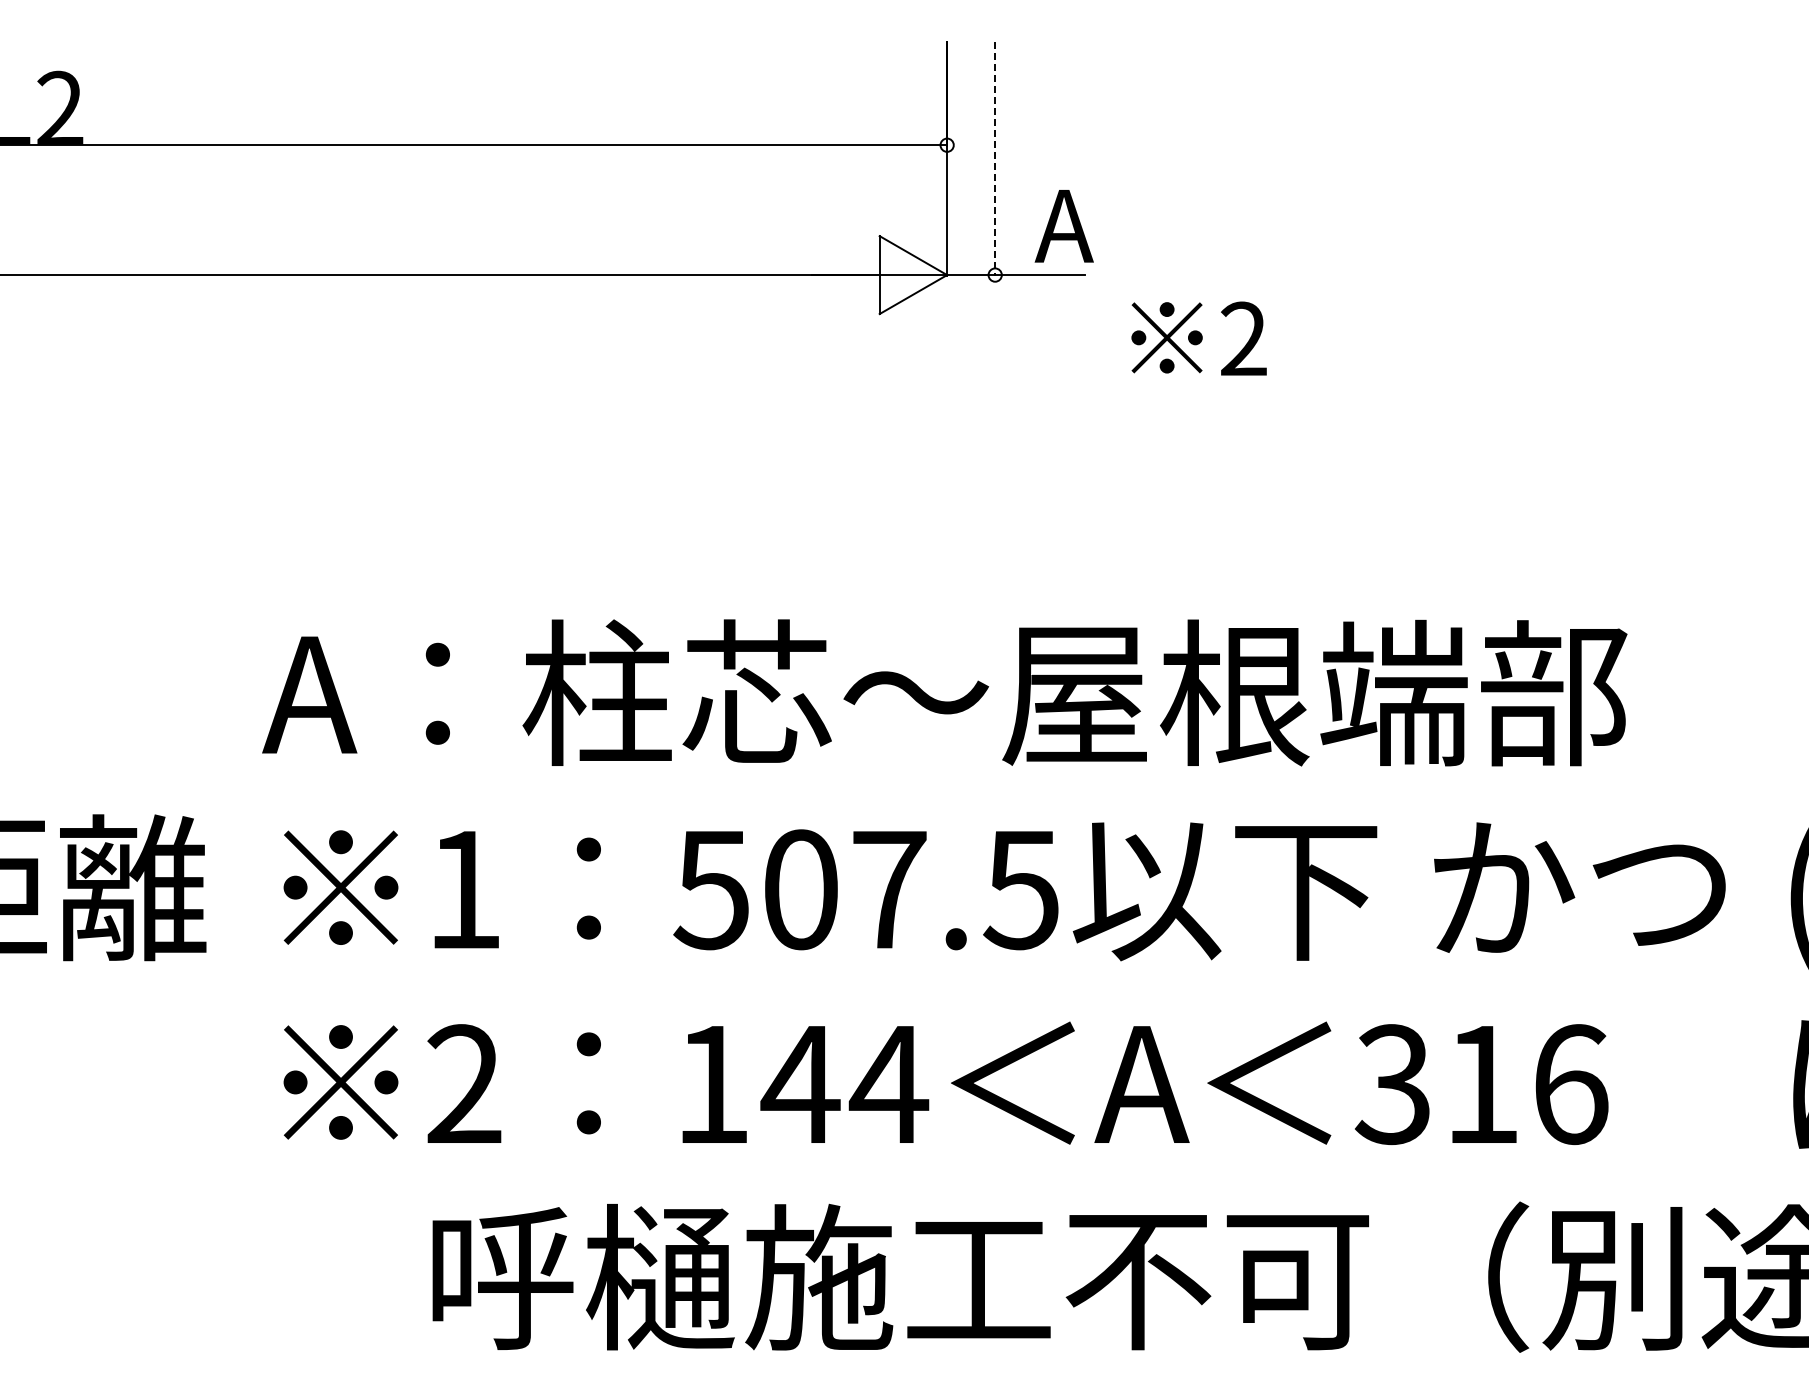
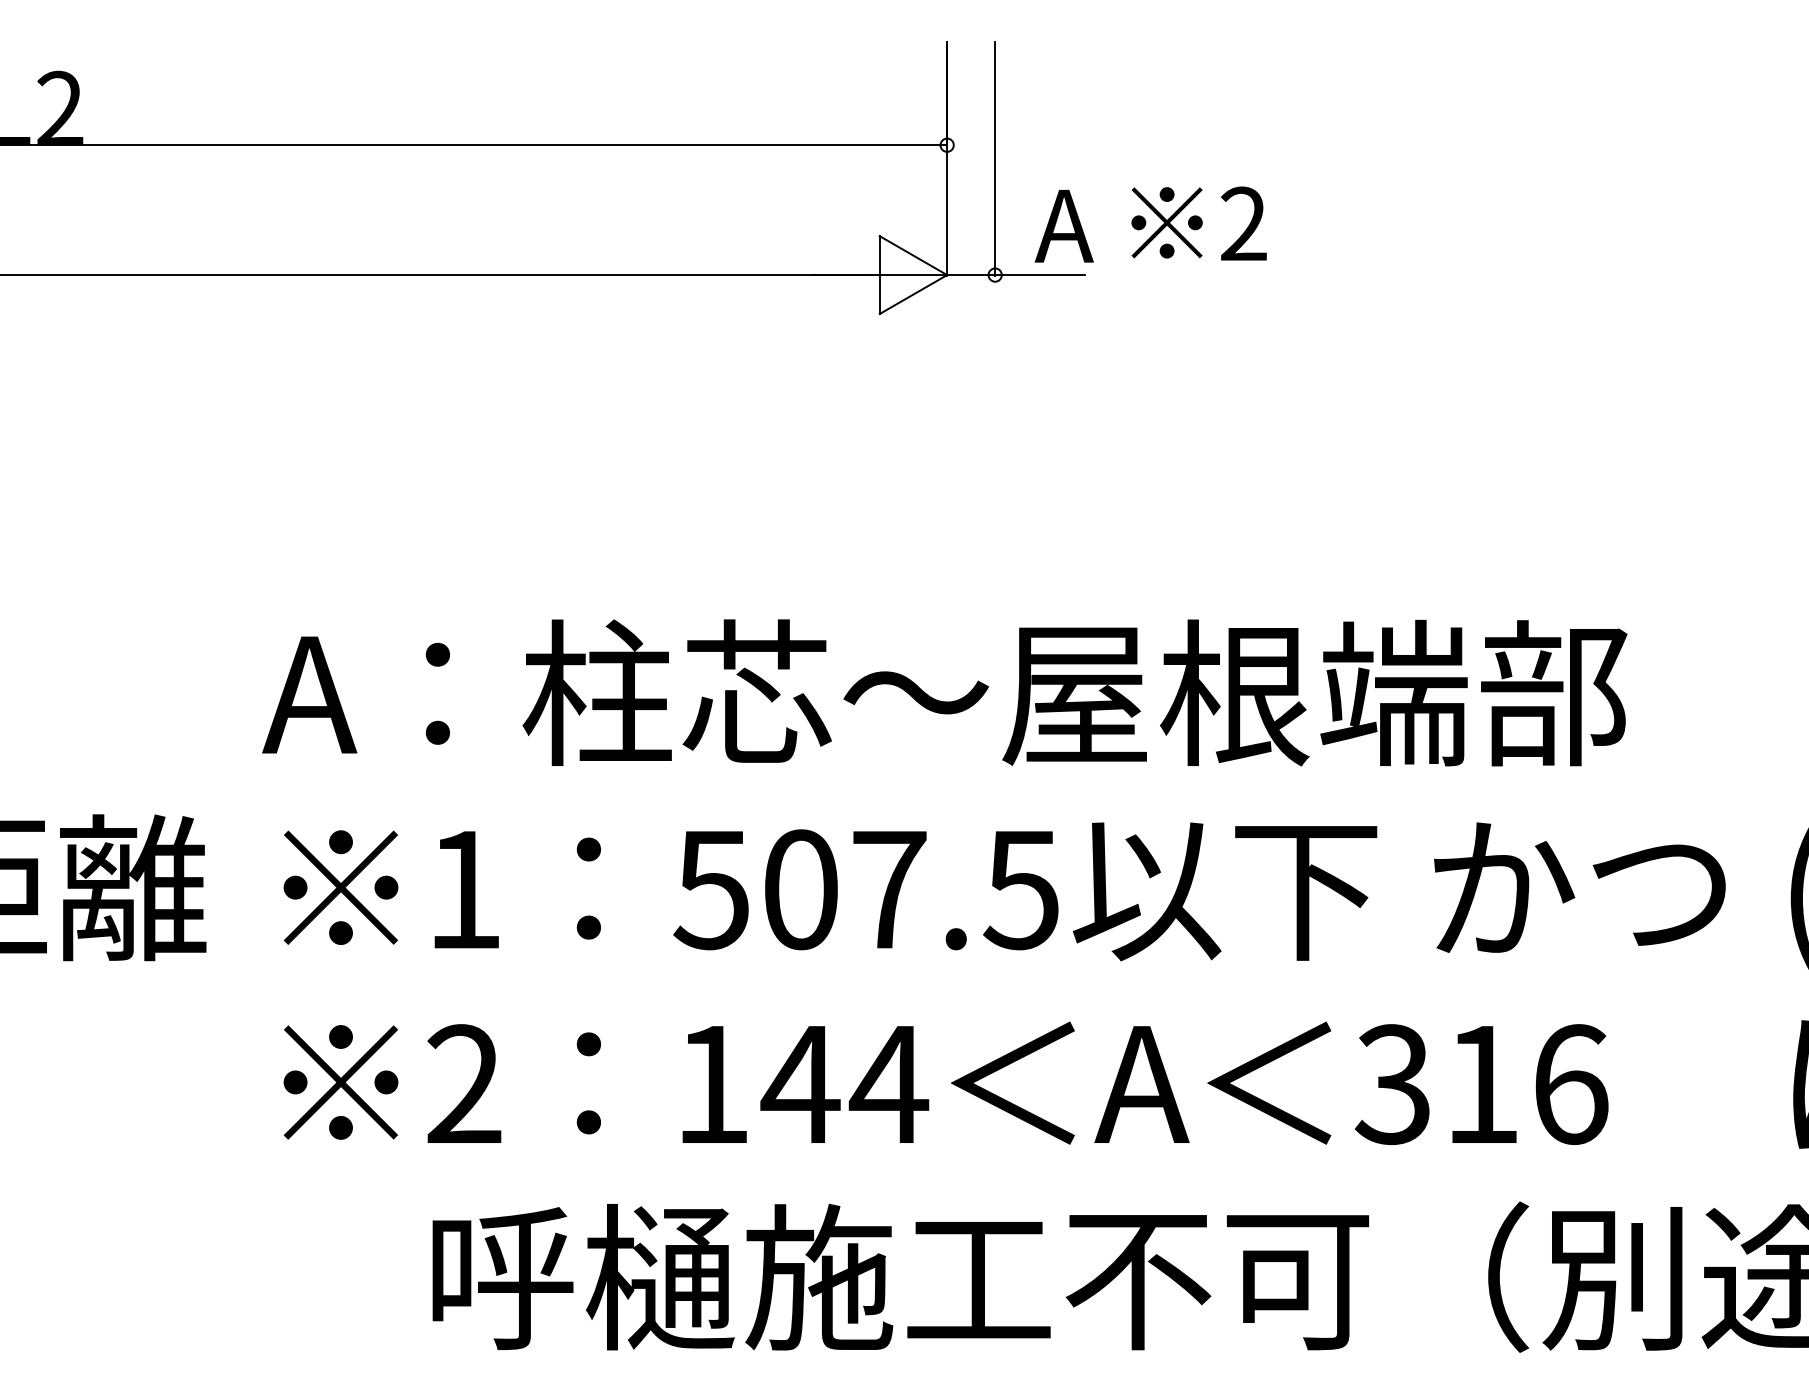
line at (995, 158): dashed -> solid
text at (1198, 338) position: (1198, 338) -> (1198, 223)
